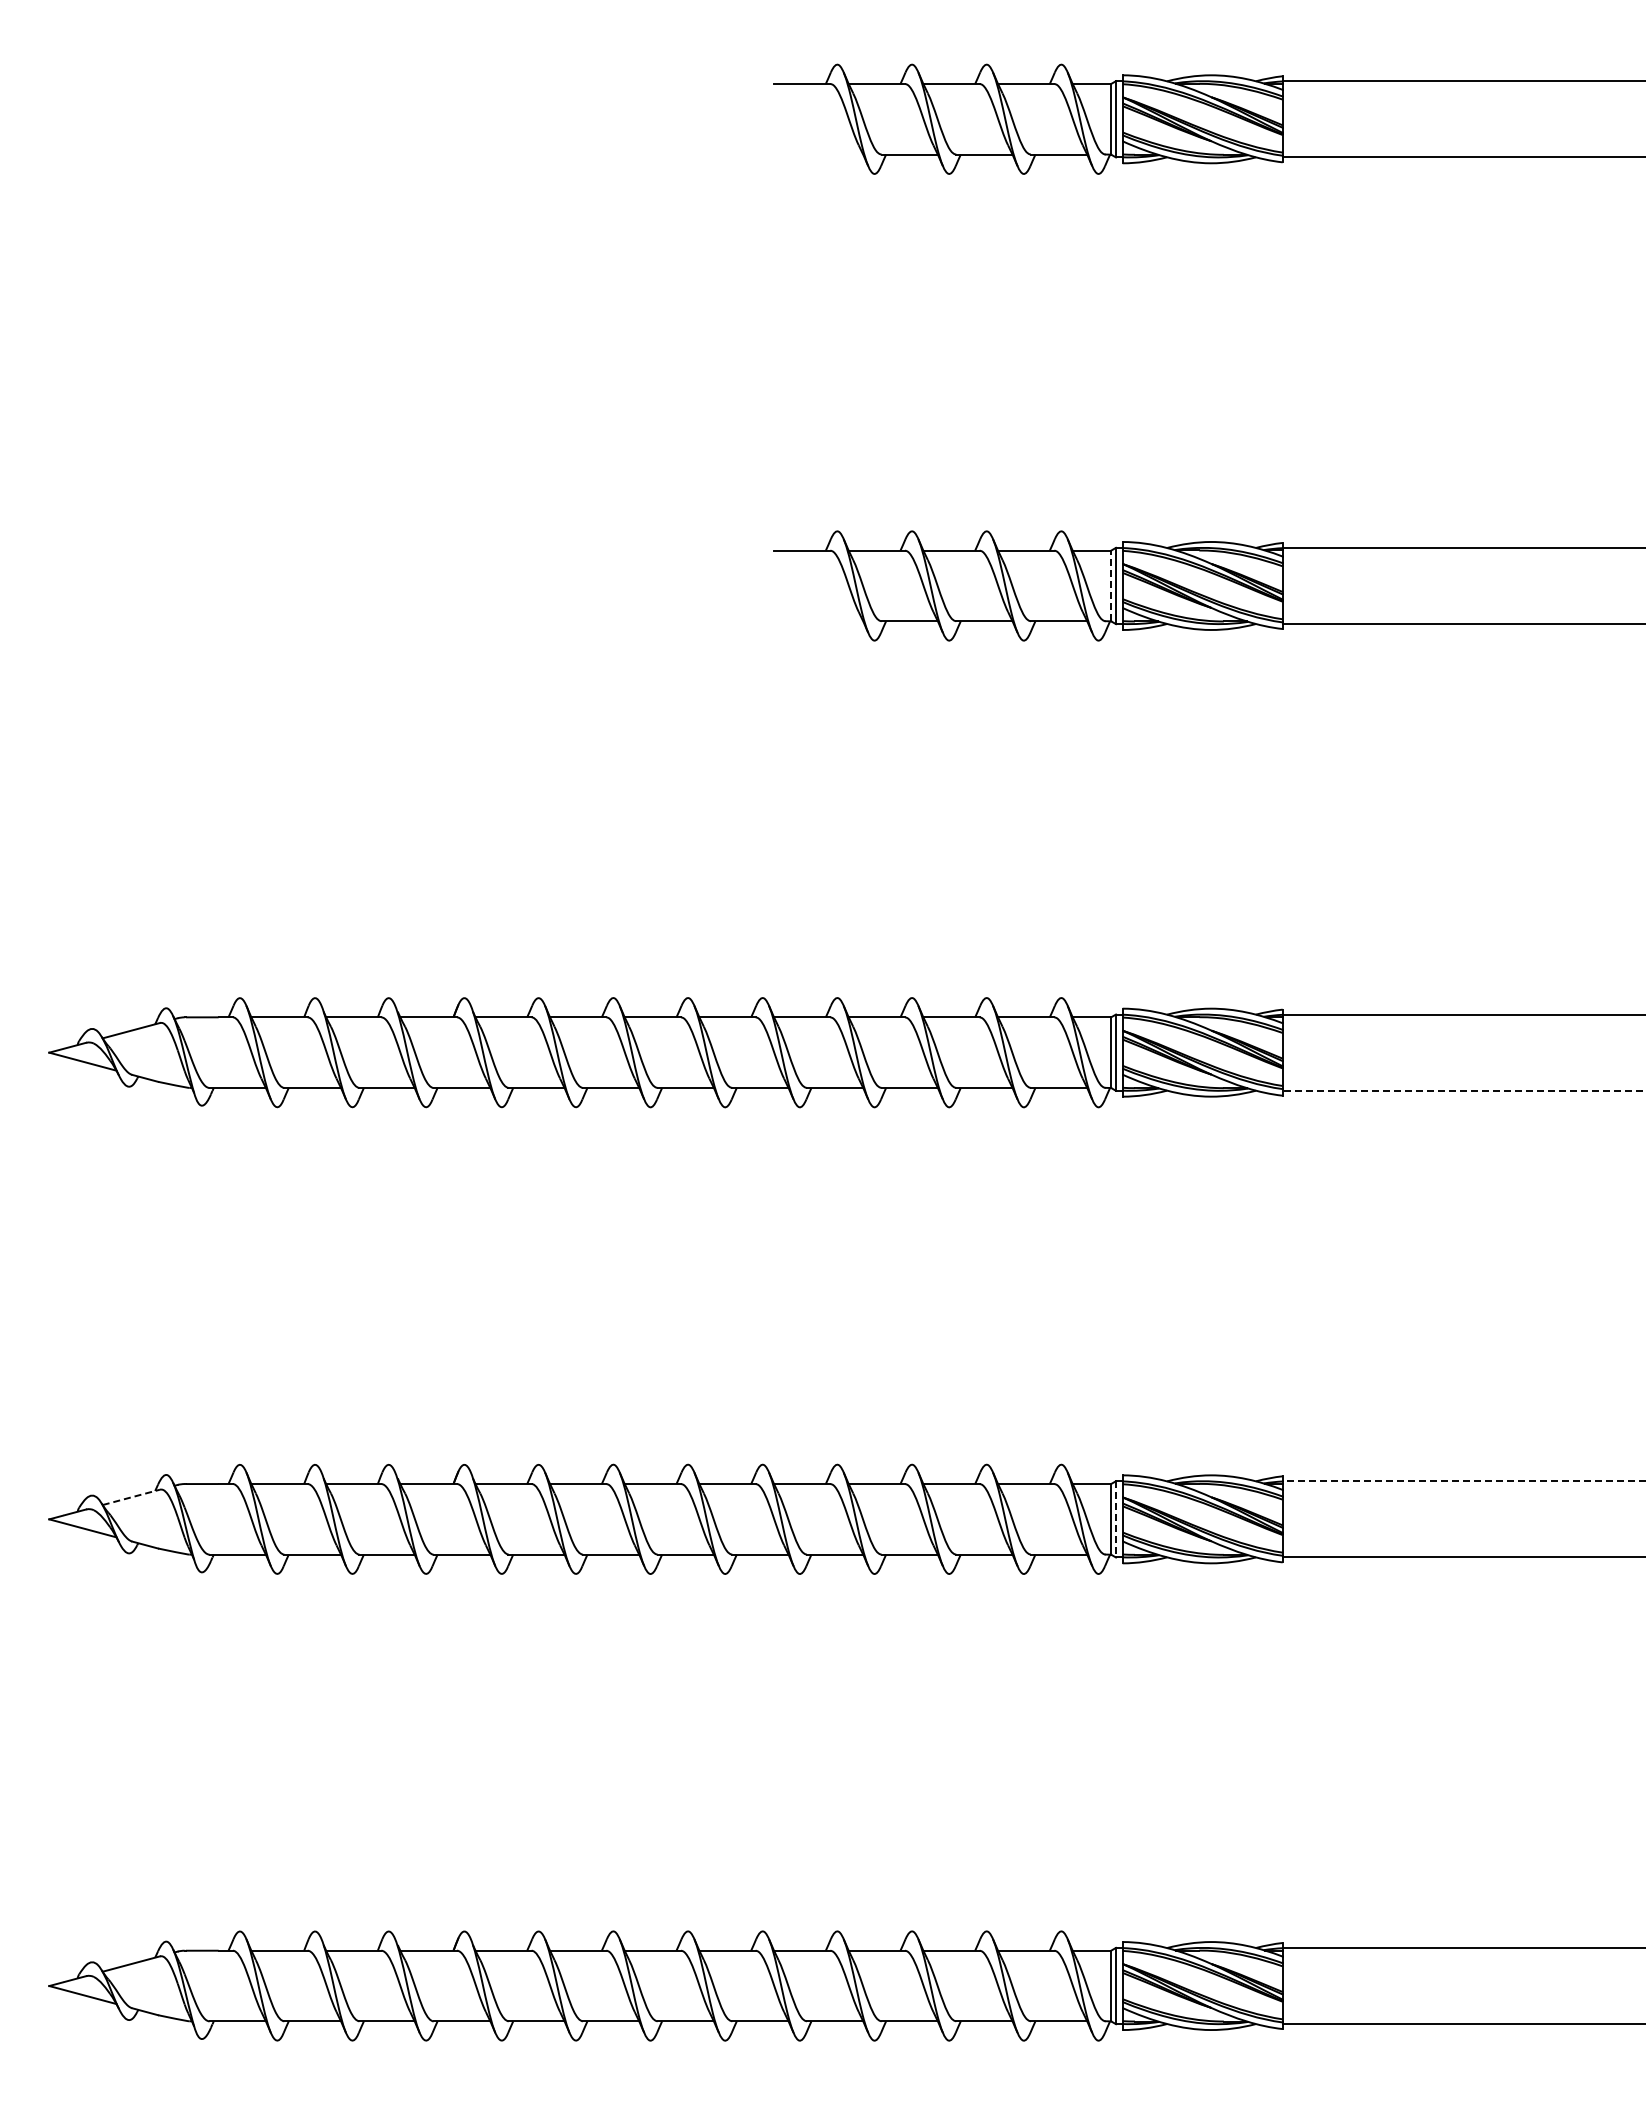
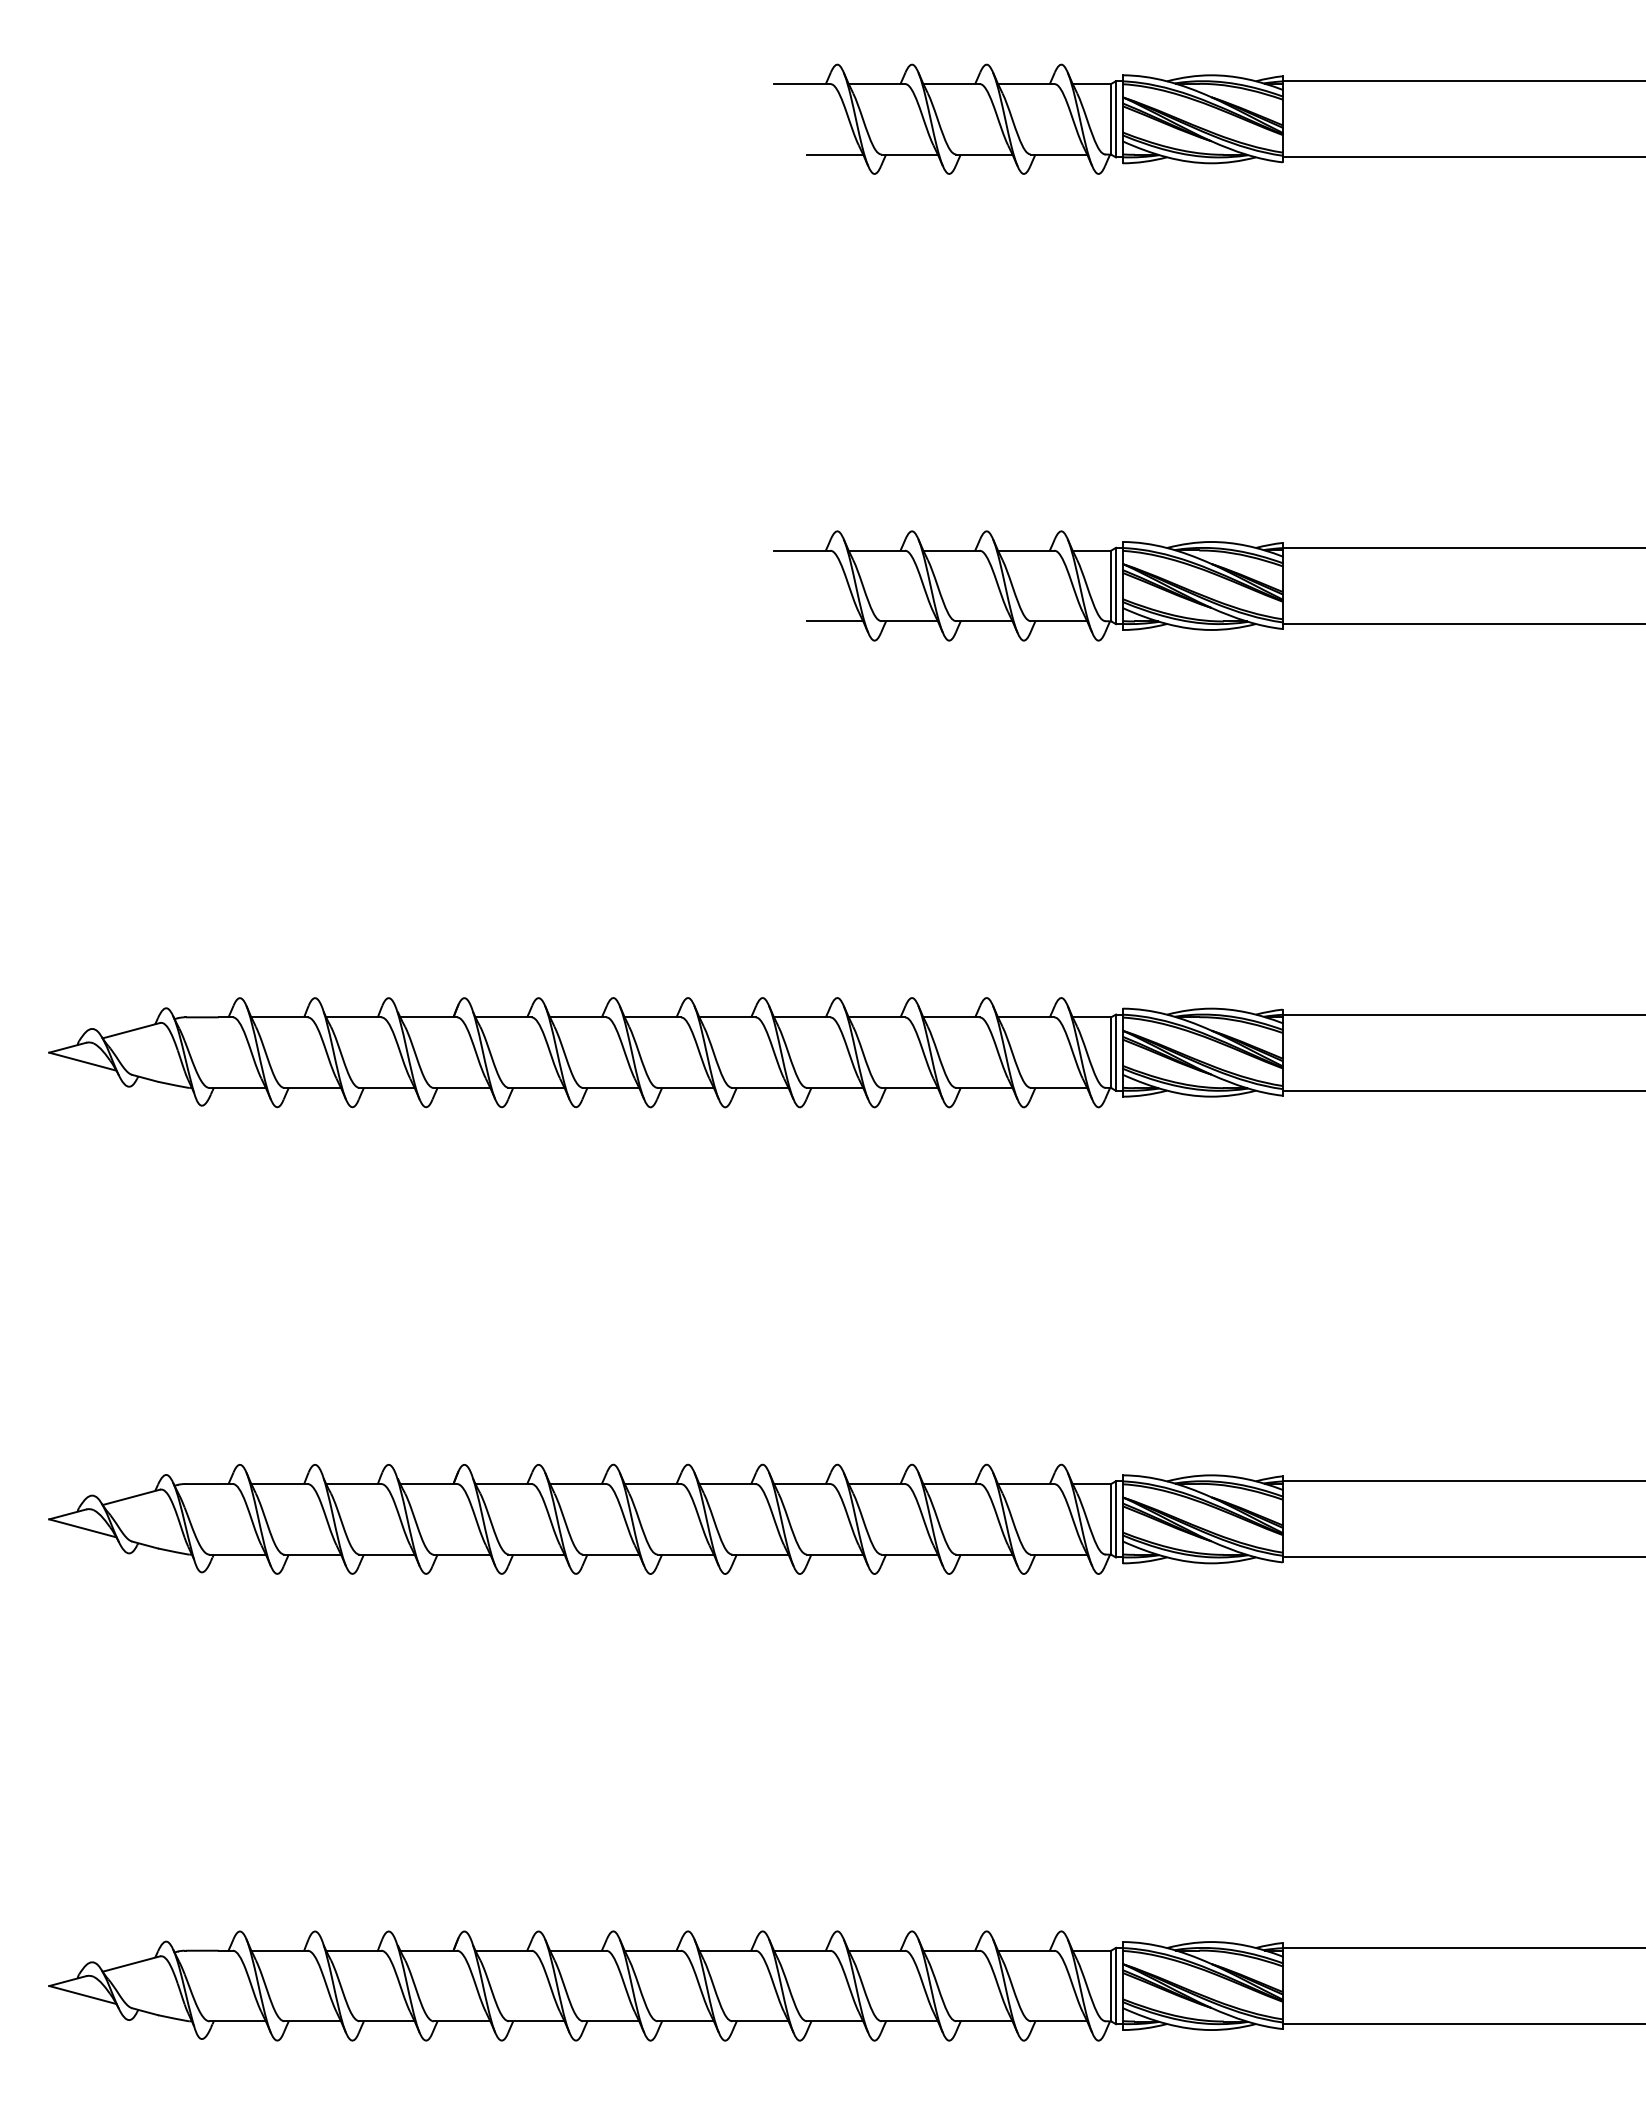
line at (835, 154): none -> present
line at (1111, 585): dashed -> solid
line at (835, 621): none -> present
line at (1463, 1090): dashed -> solid
line at (1463, 1481): dashed -> solid
line at (131, 1497): dashed -> solid
line at (1115, 1519): dashed -> solid
